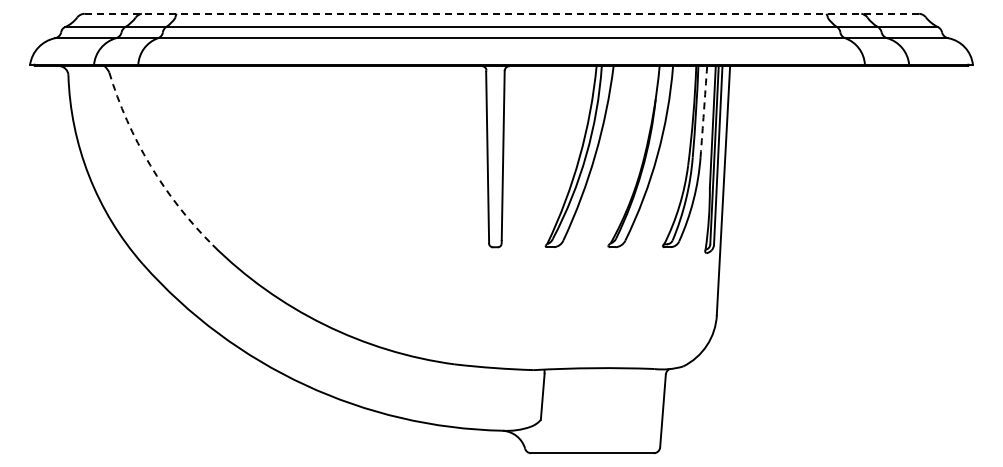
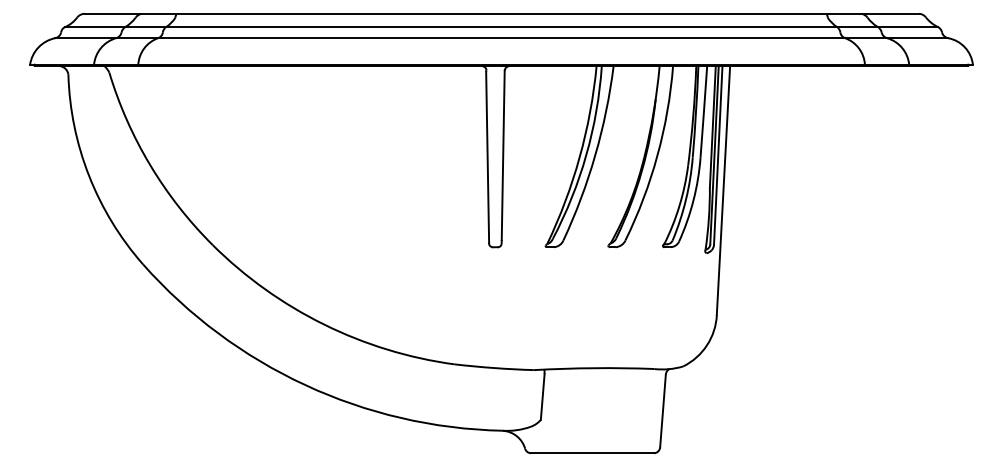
line at (502, 13): dashed -> solid
arc at (703, 111): dashed -> solid
arc at (150, 165): dashed -> solid
